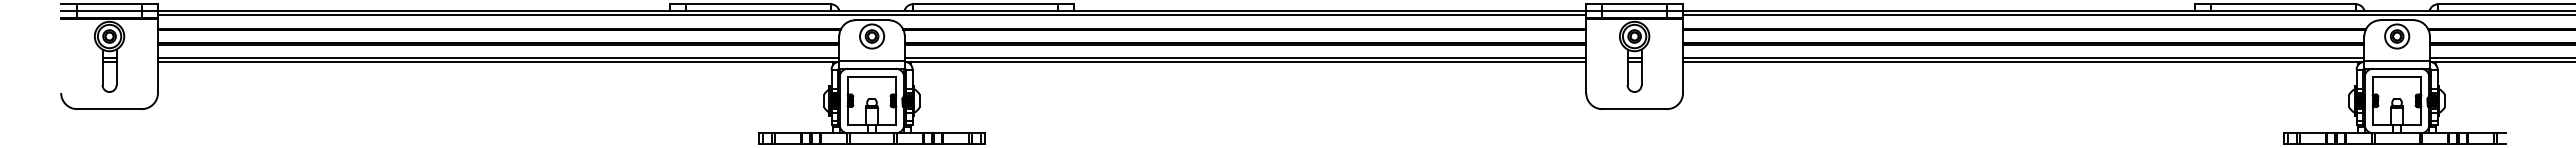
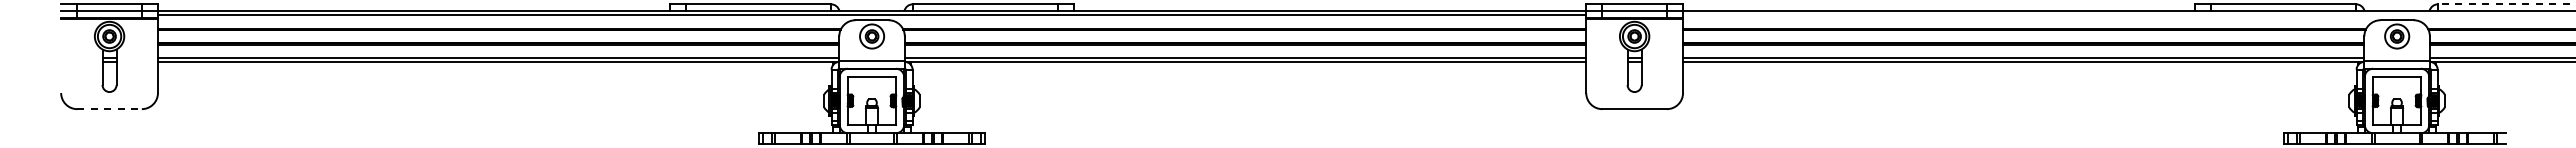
line at (2506, 4): solid -> dashed
line at (2127, 14): present -> none
line at (110, 109): solid -> dashed
